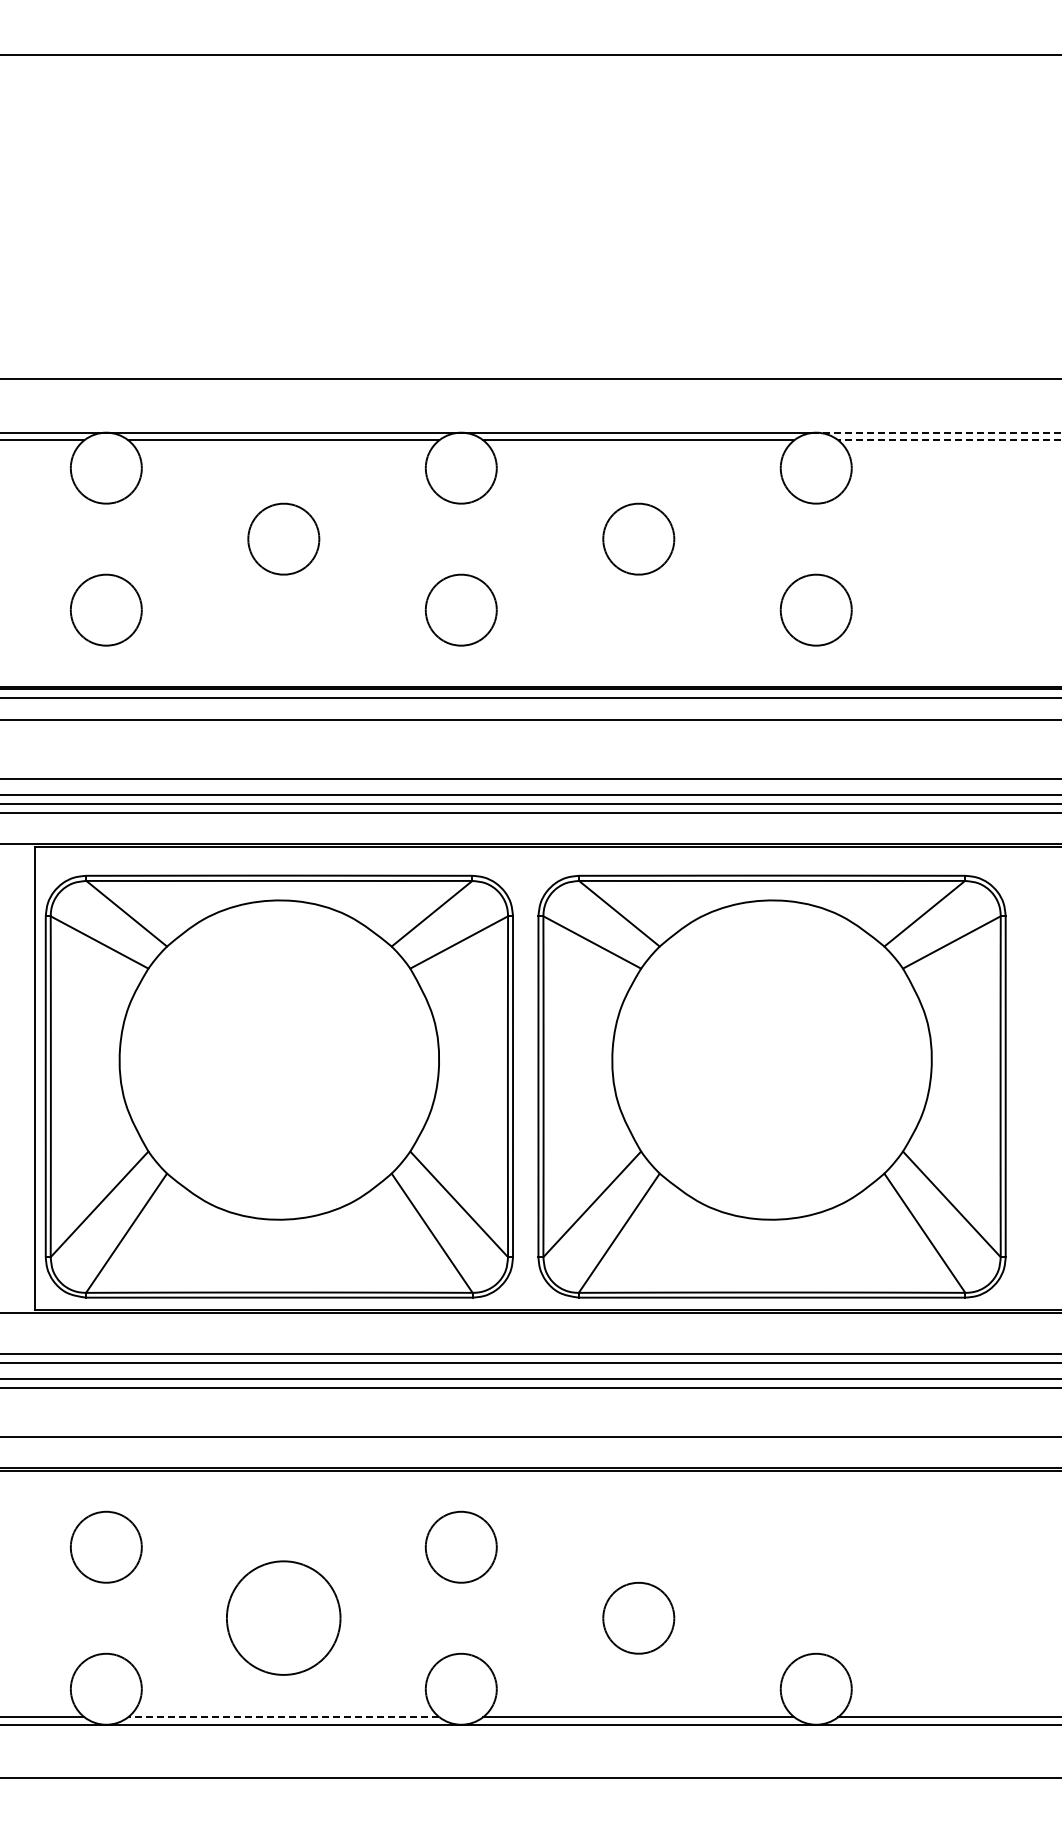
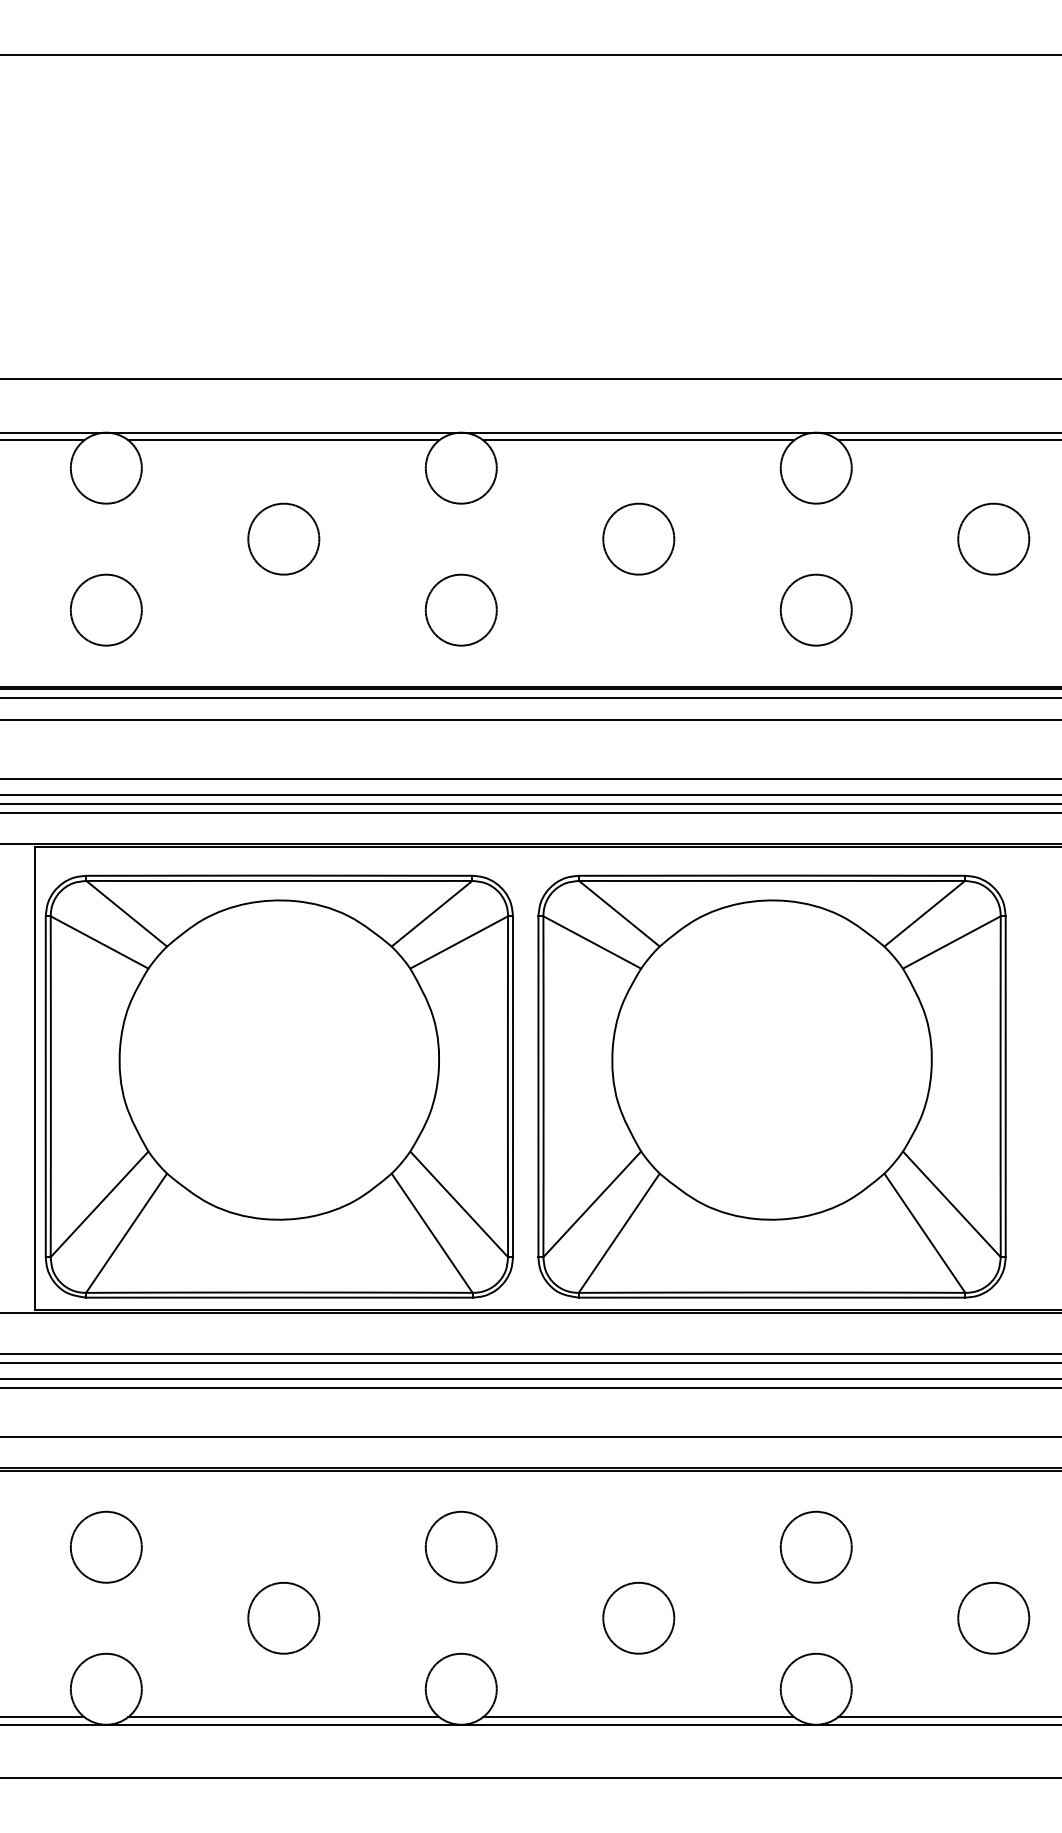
line at (938, 432): dashed -> solid
line at (949, 440): dashed -> solid
part at (993, 538): none -> present
part at (815, 1546): none -> present
part at (283, 1617) size: 116x116 px -> 74x73 px
part at (993, 1618): none -> present
line at (283, 1717): dashed -> solid
